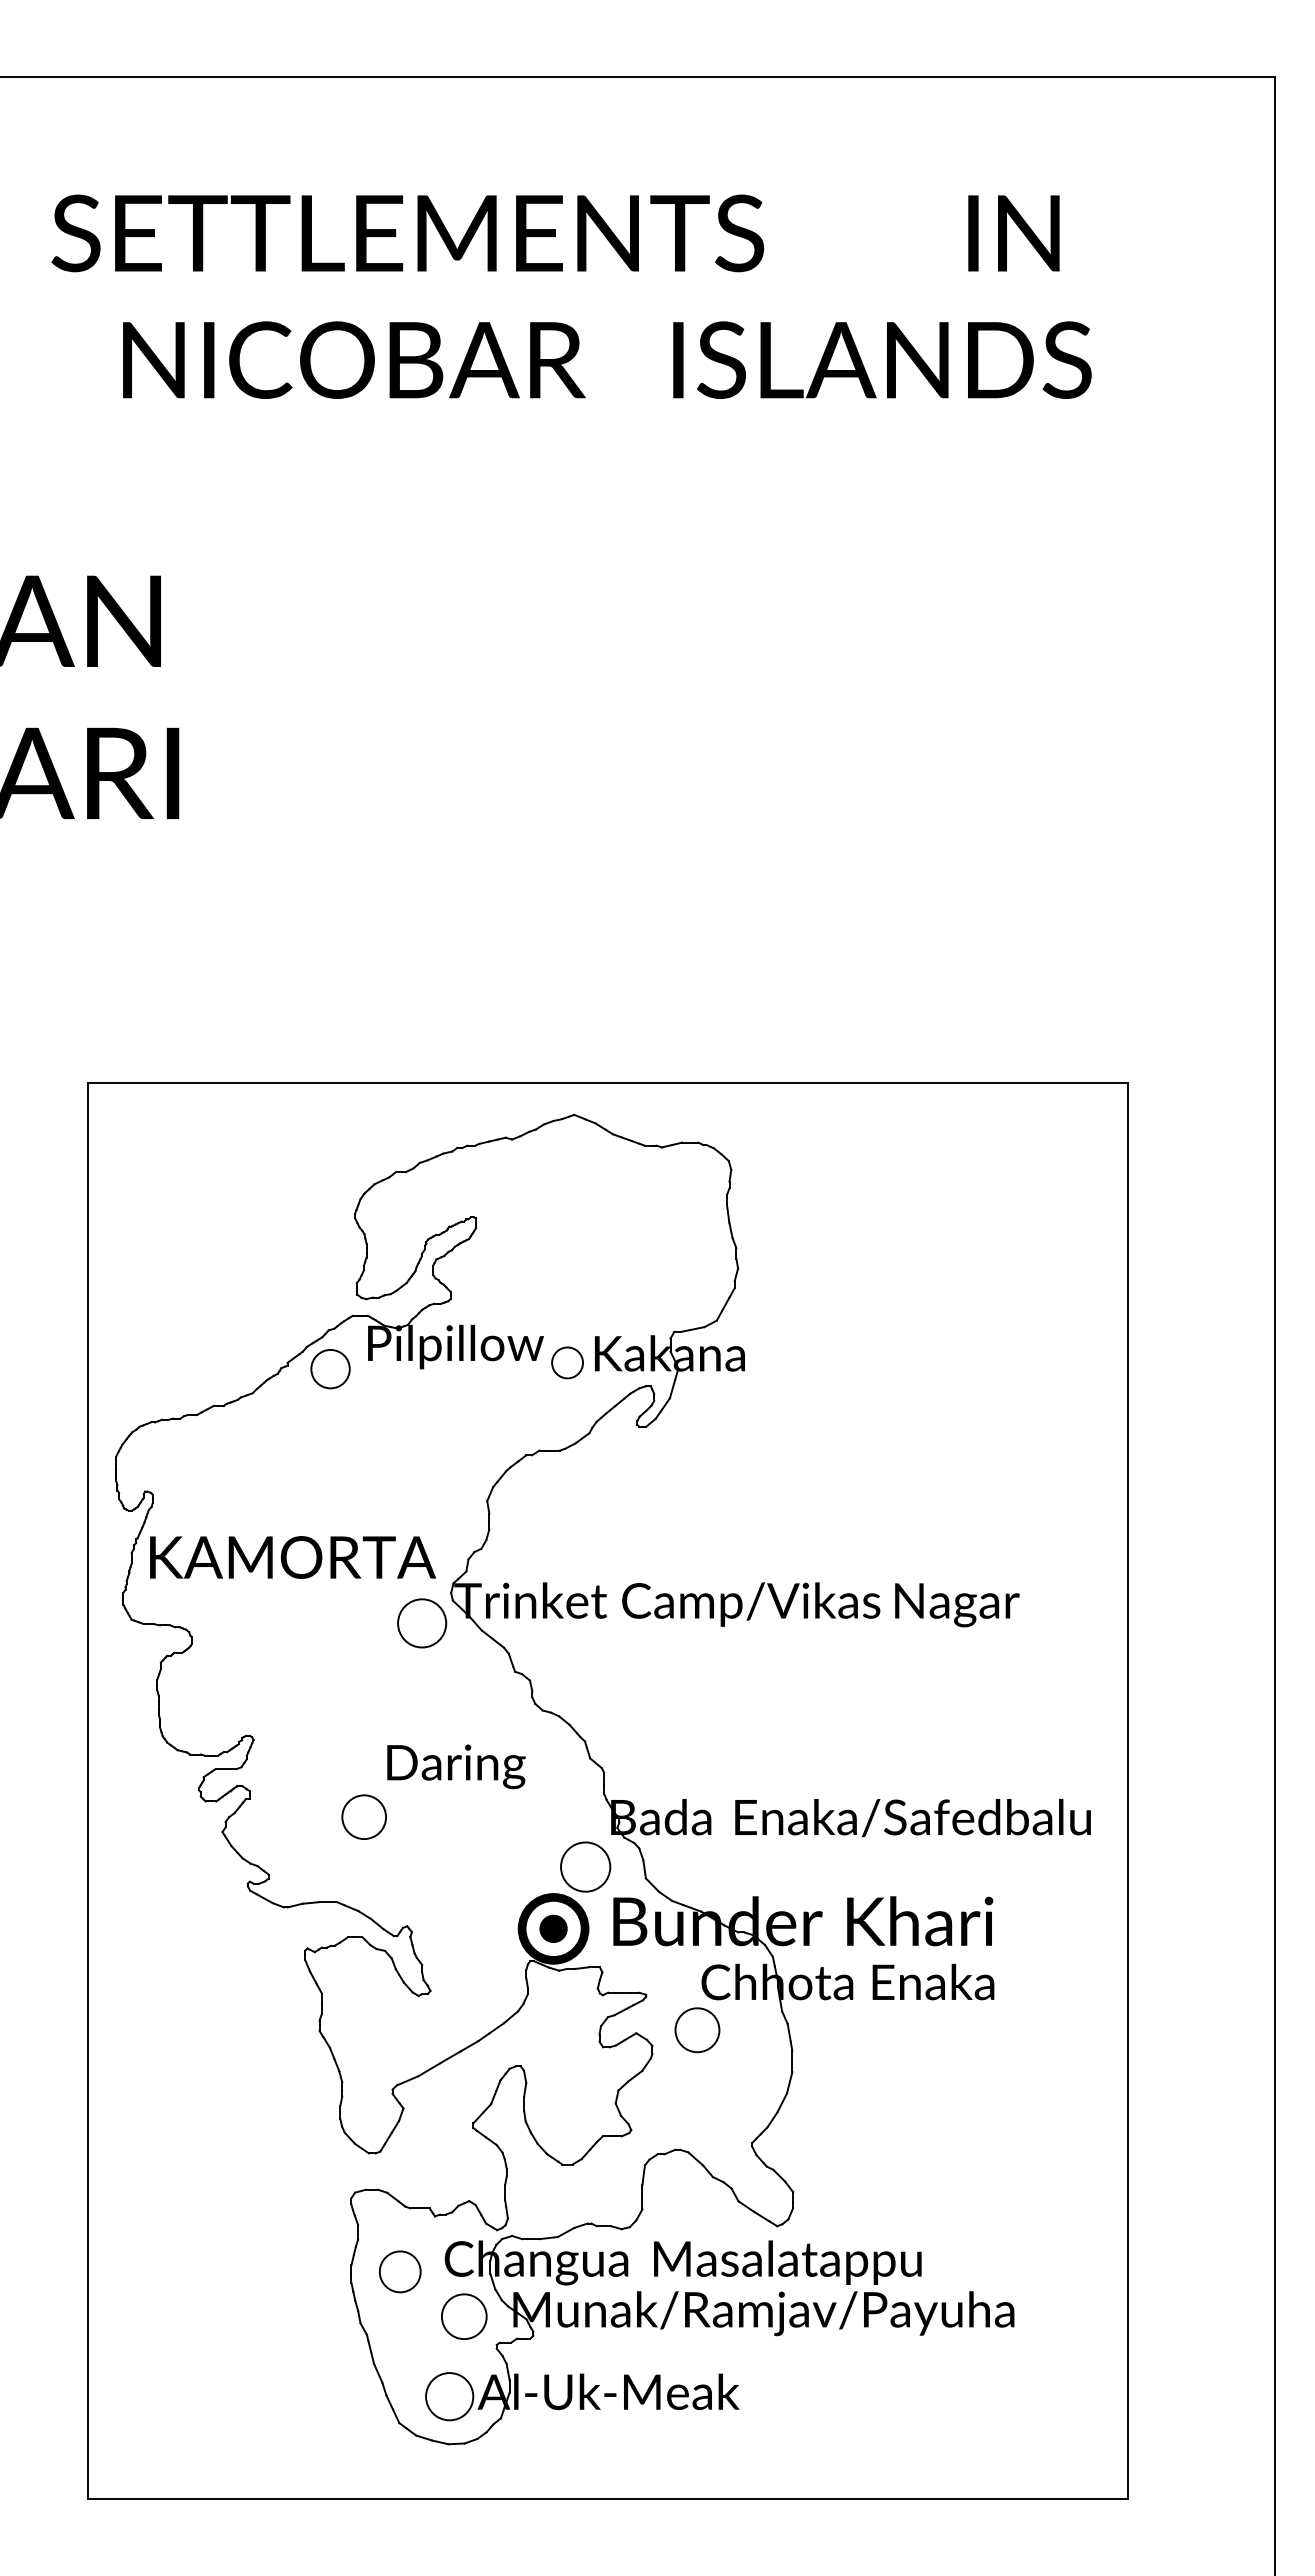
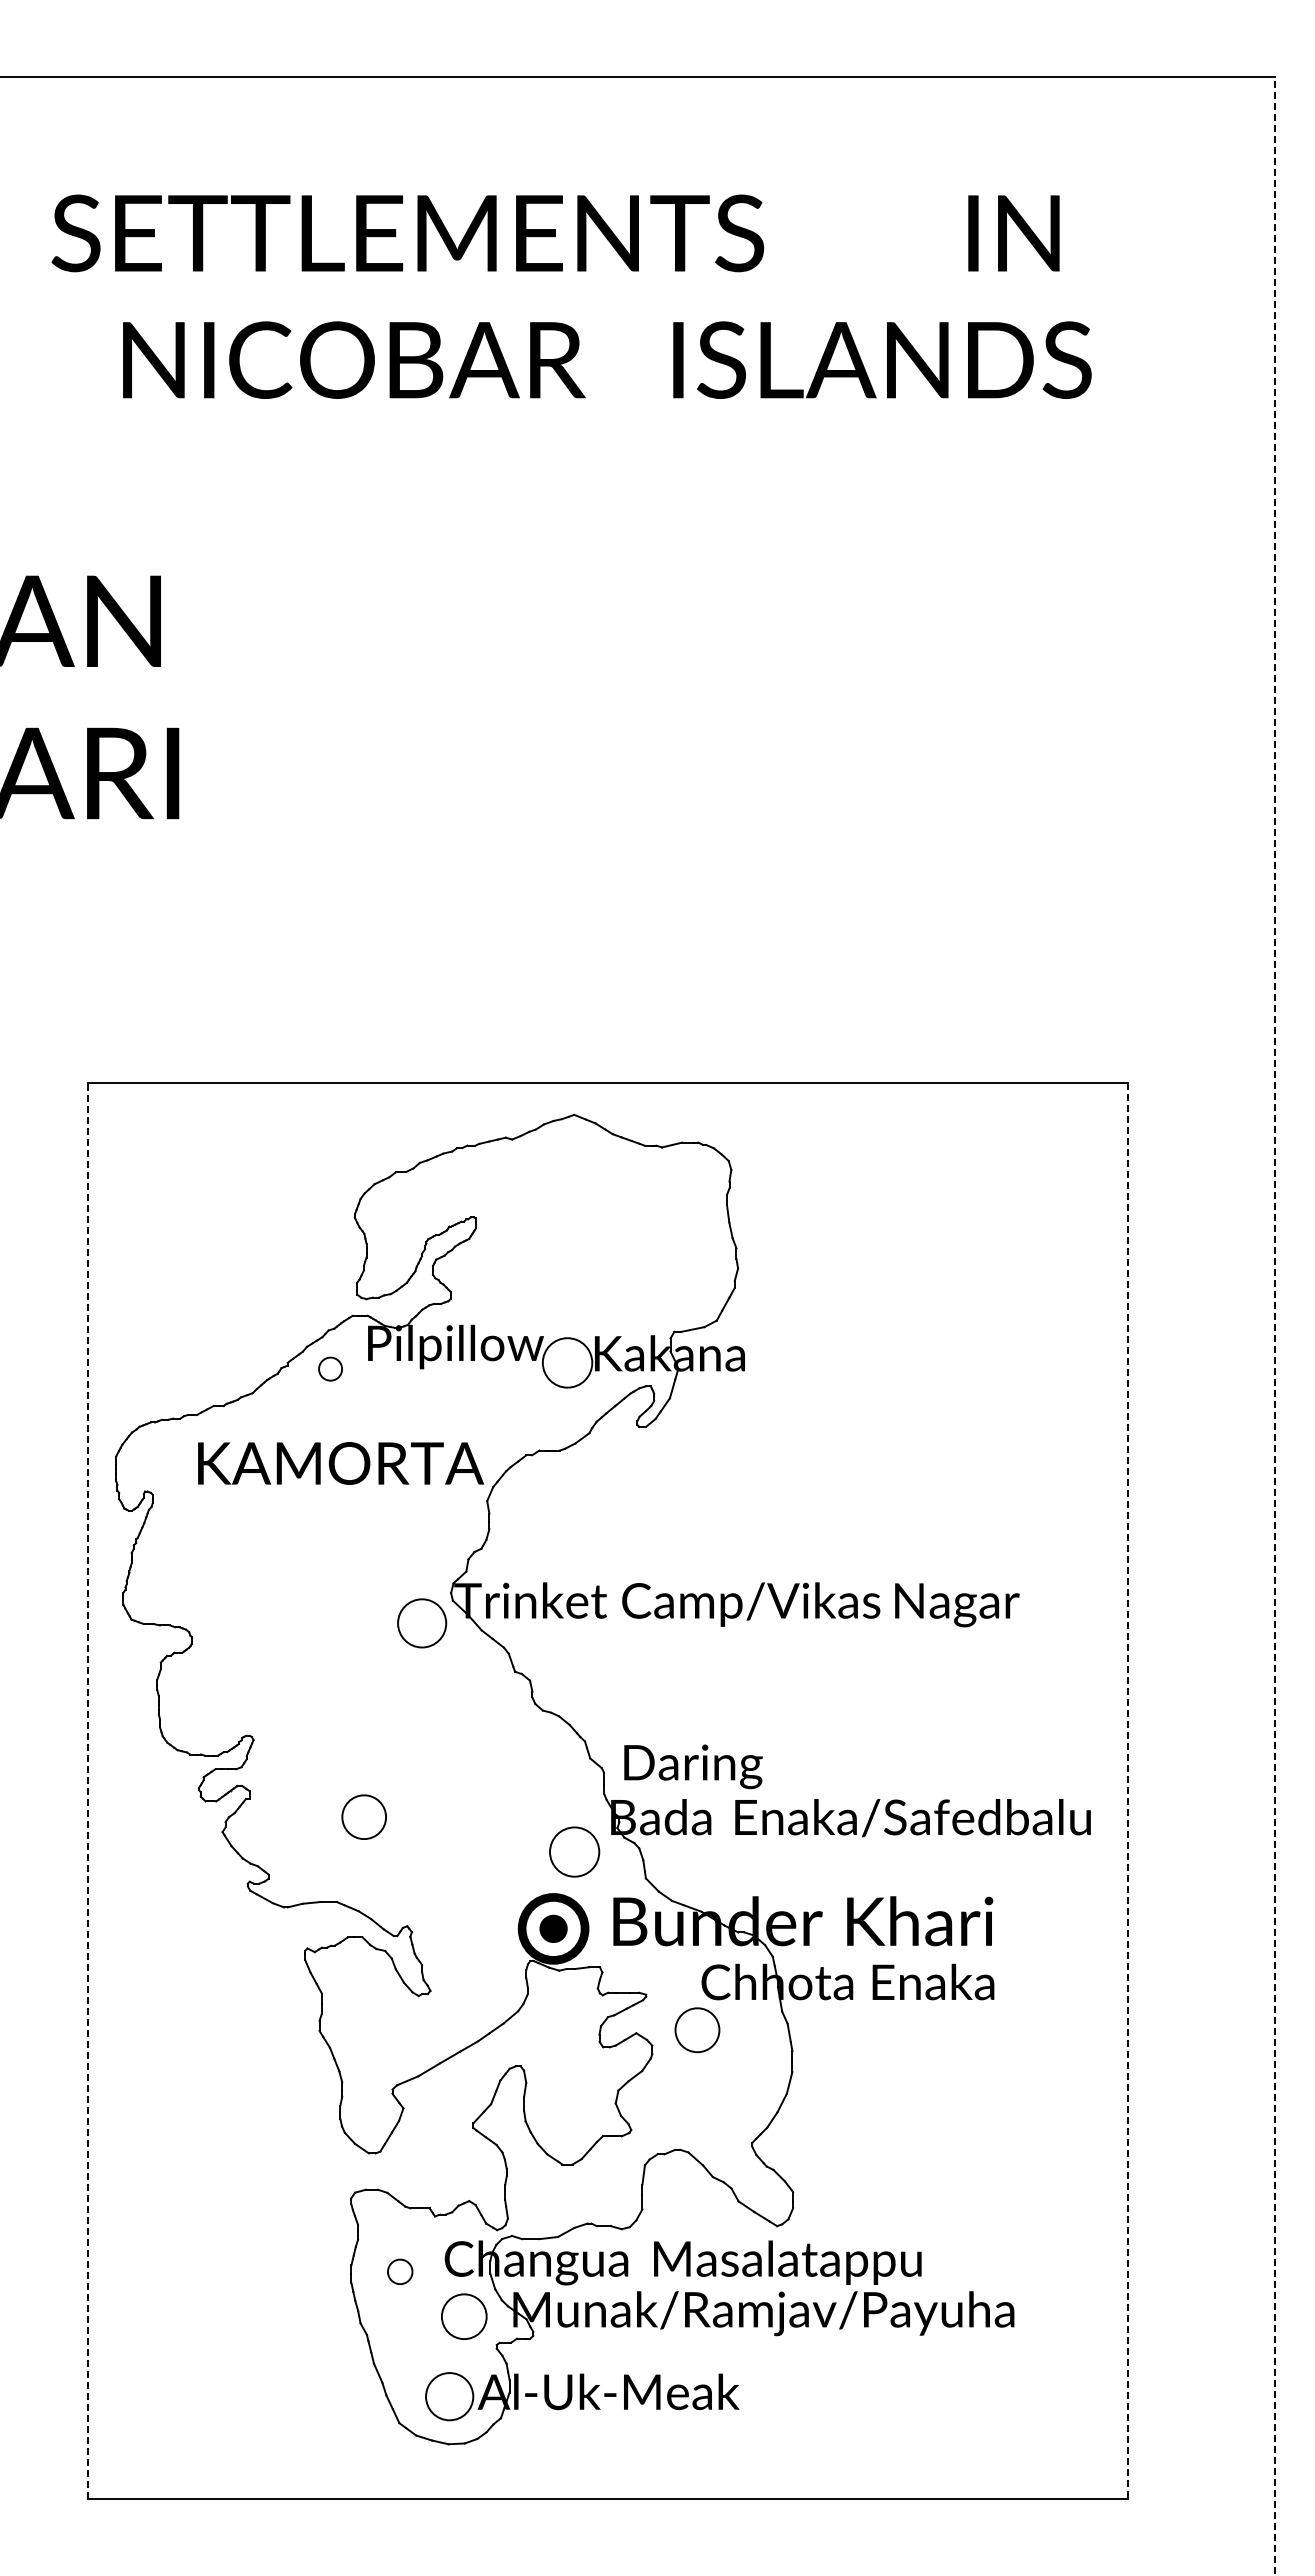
line at (1275, 1326): solid -> dashed
circle at (567, 1362) diameter: 31 px -> 49 px
circle at (330, 1368) diameter: 38 px -> 23 px
text at (293, 1557) position: (293, 1557) -> (341, 1463)
text at (456, 1766) position: (456, 1766) -> (693, 1766)
line at (88, 1790): solid -> dashed
line at (1127, 1791): solid -> dashed
circle at (585, 1866) position: (585, 1866) -> (574, 1851)
circle at (399, 2271) diameter: 41 px -> 25 px
